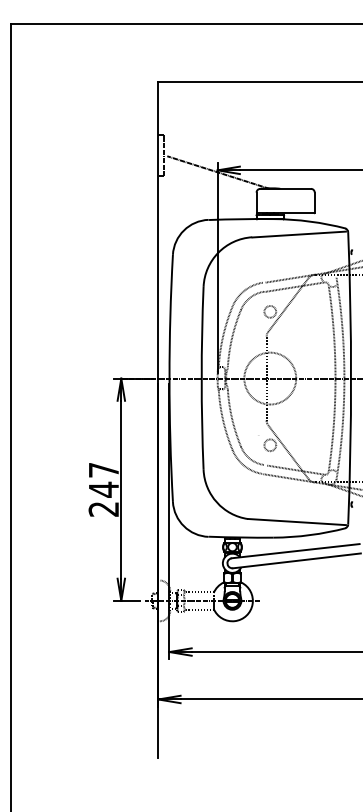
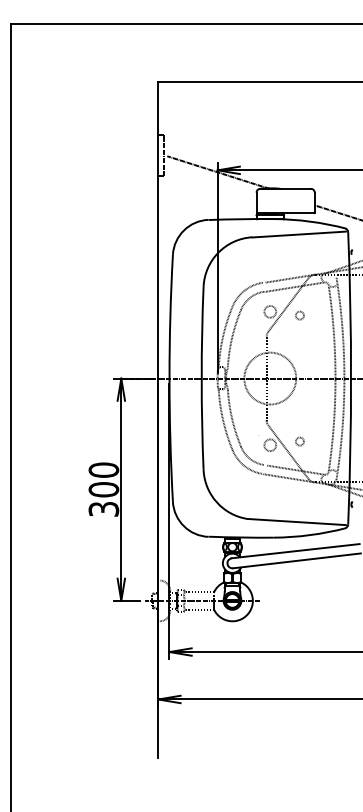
line at (336, 212): none -> present
circle at (299, 315): none -> present
circle at (299, 441): none -> present
text at (103, 489): 247 -> 300
